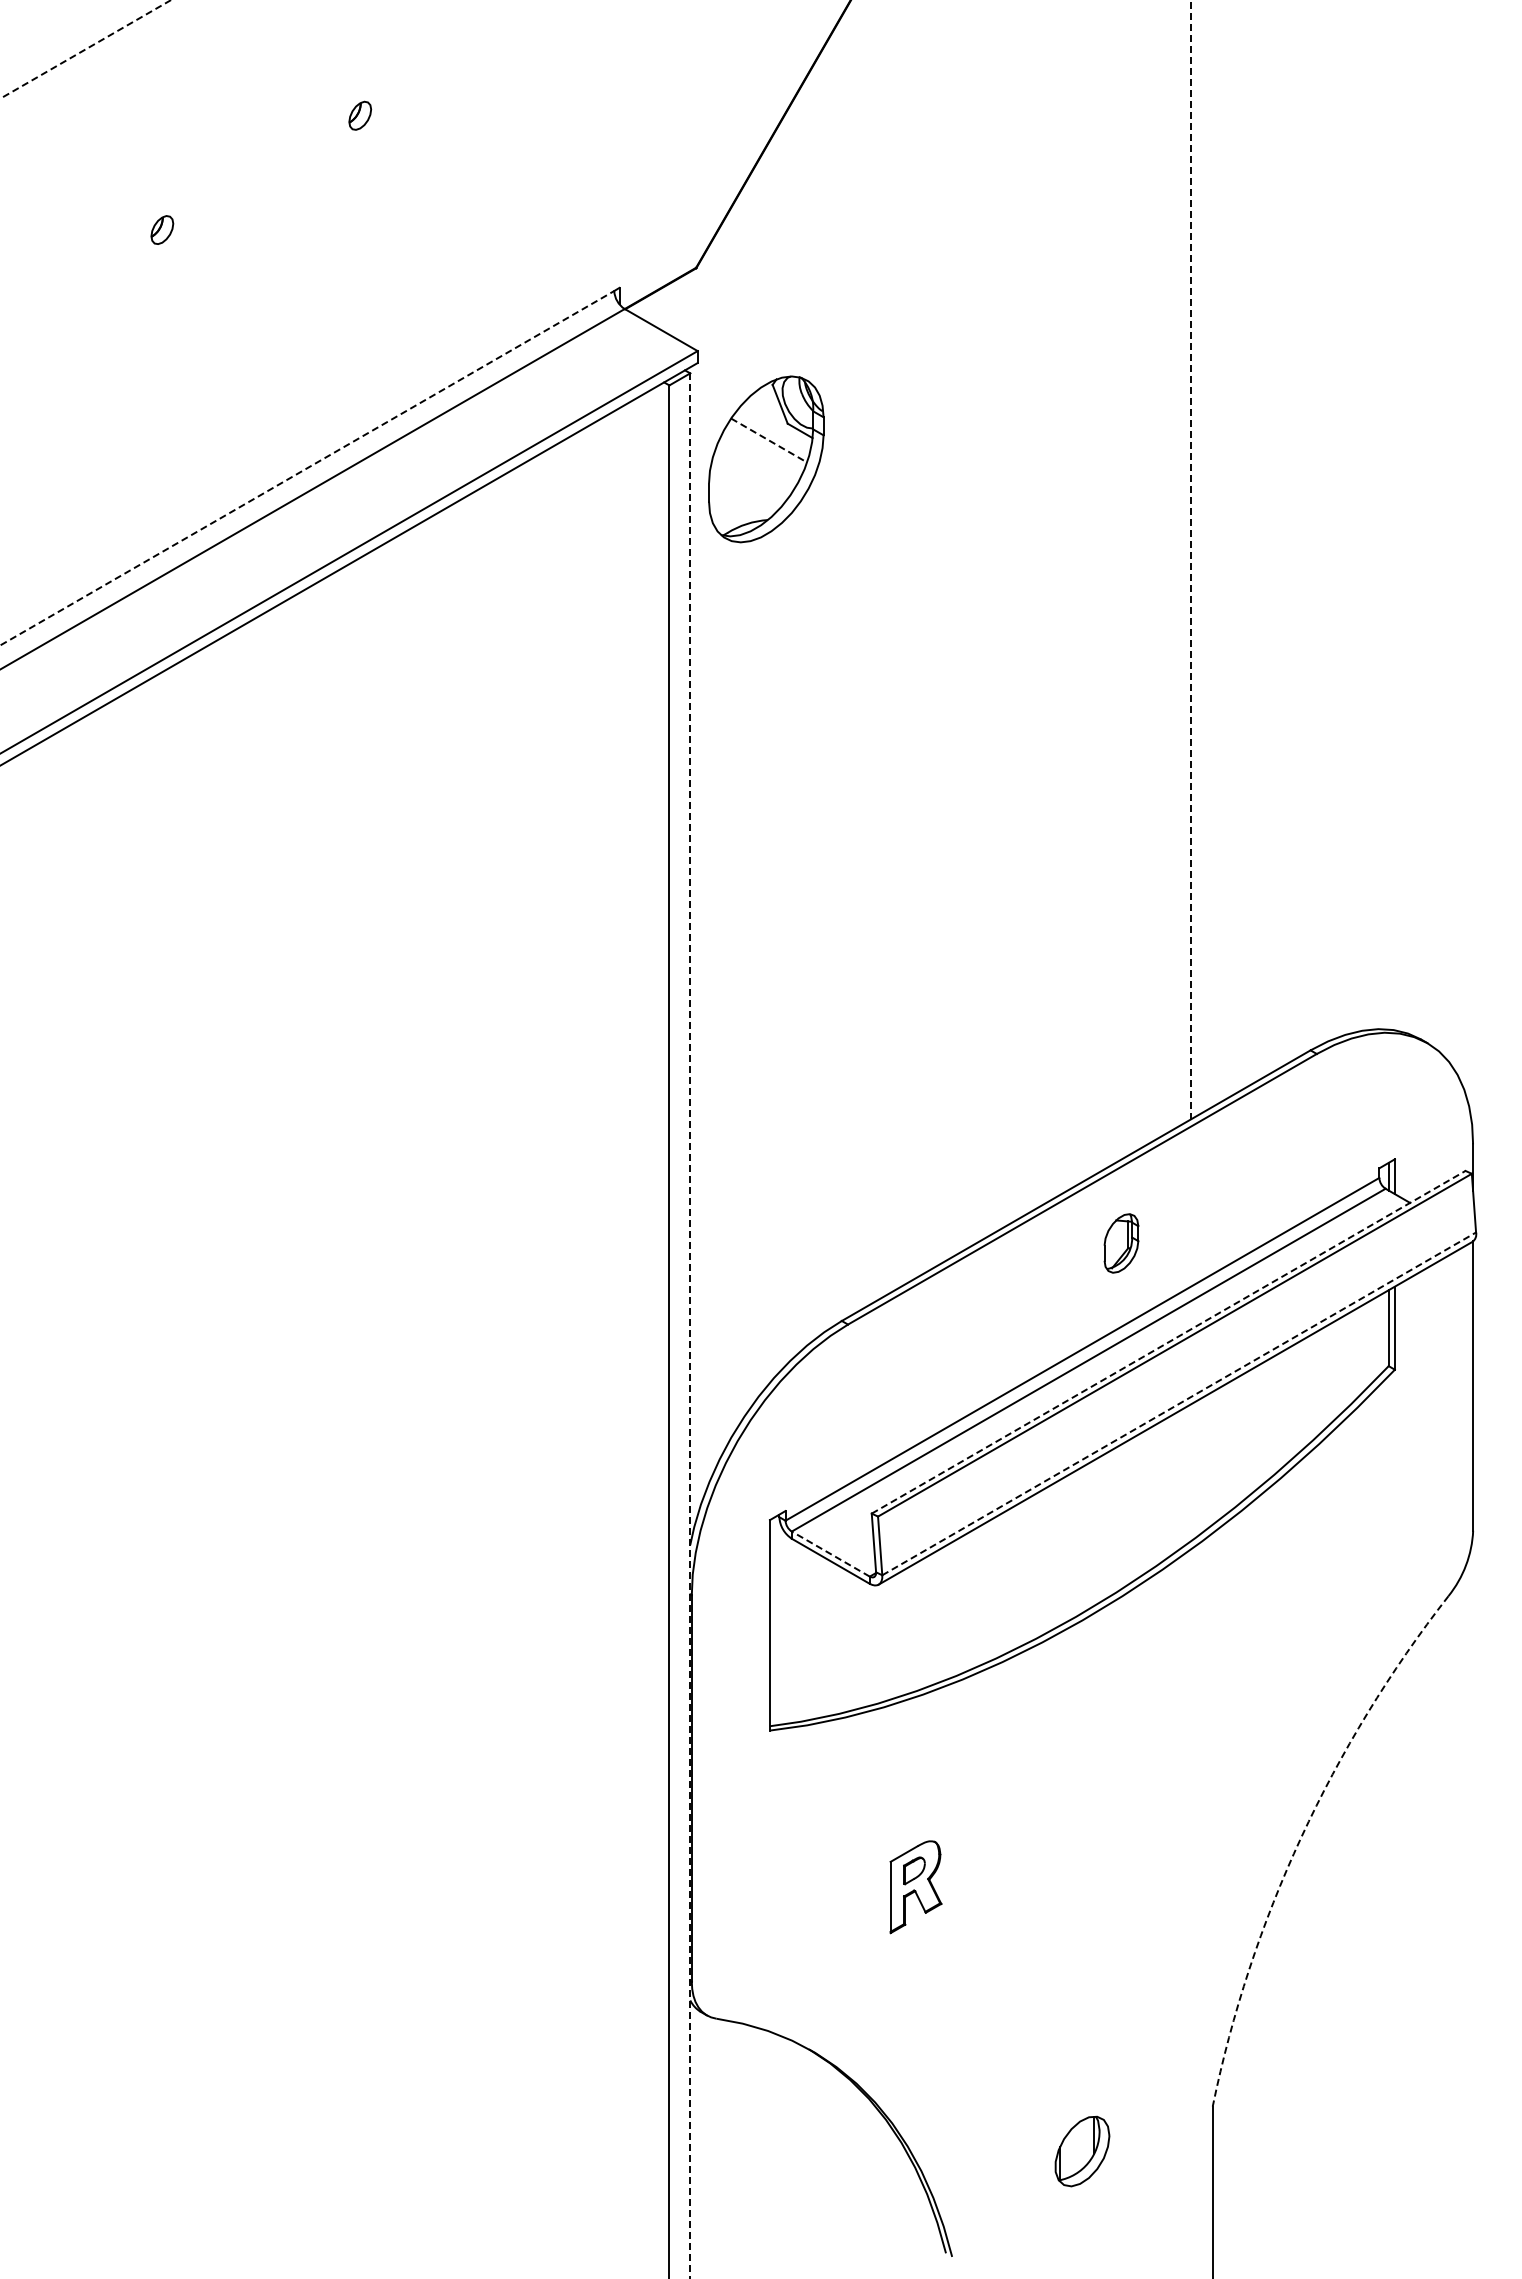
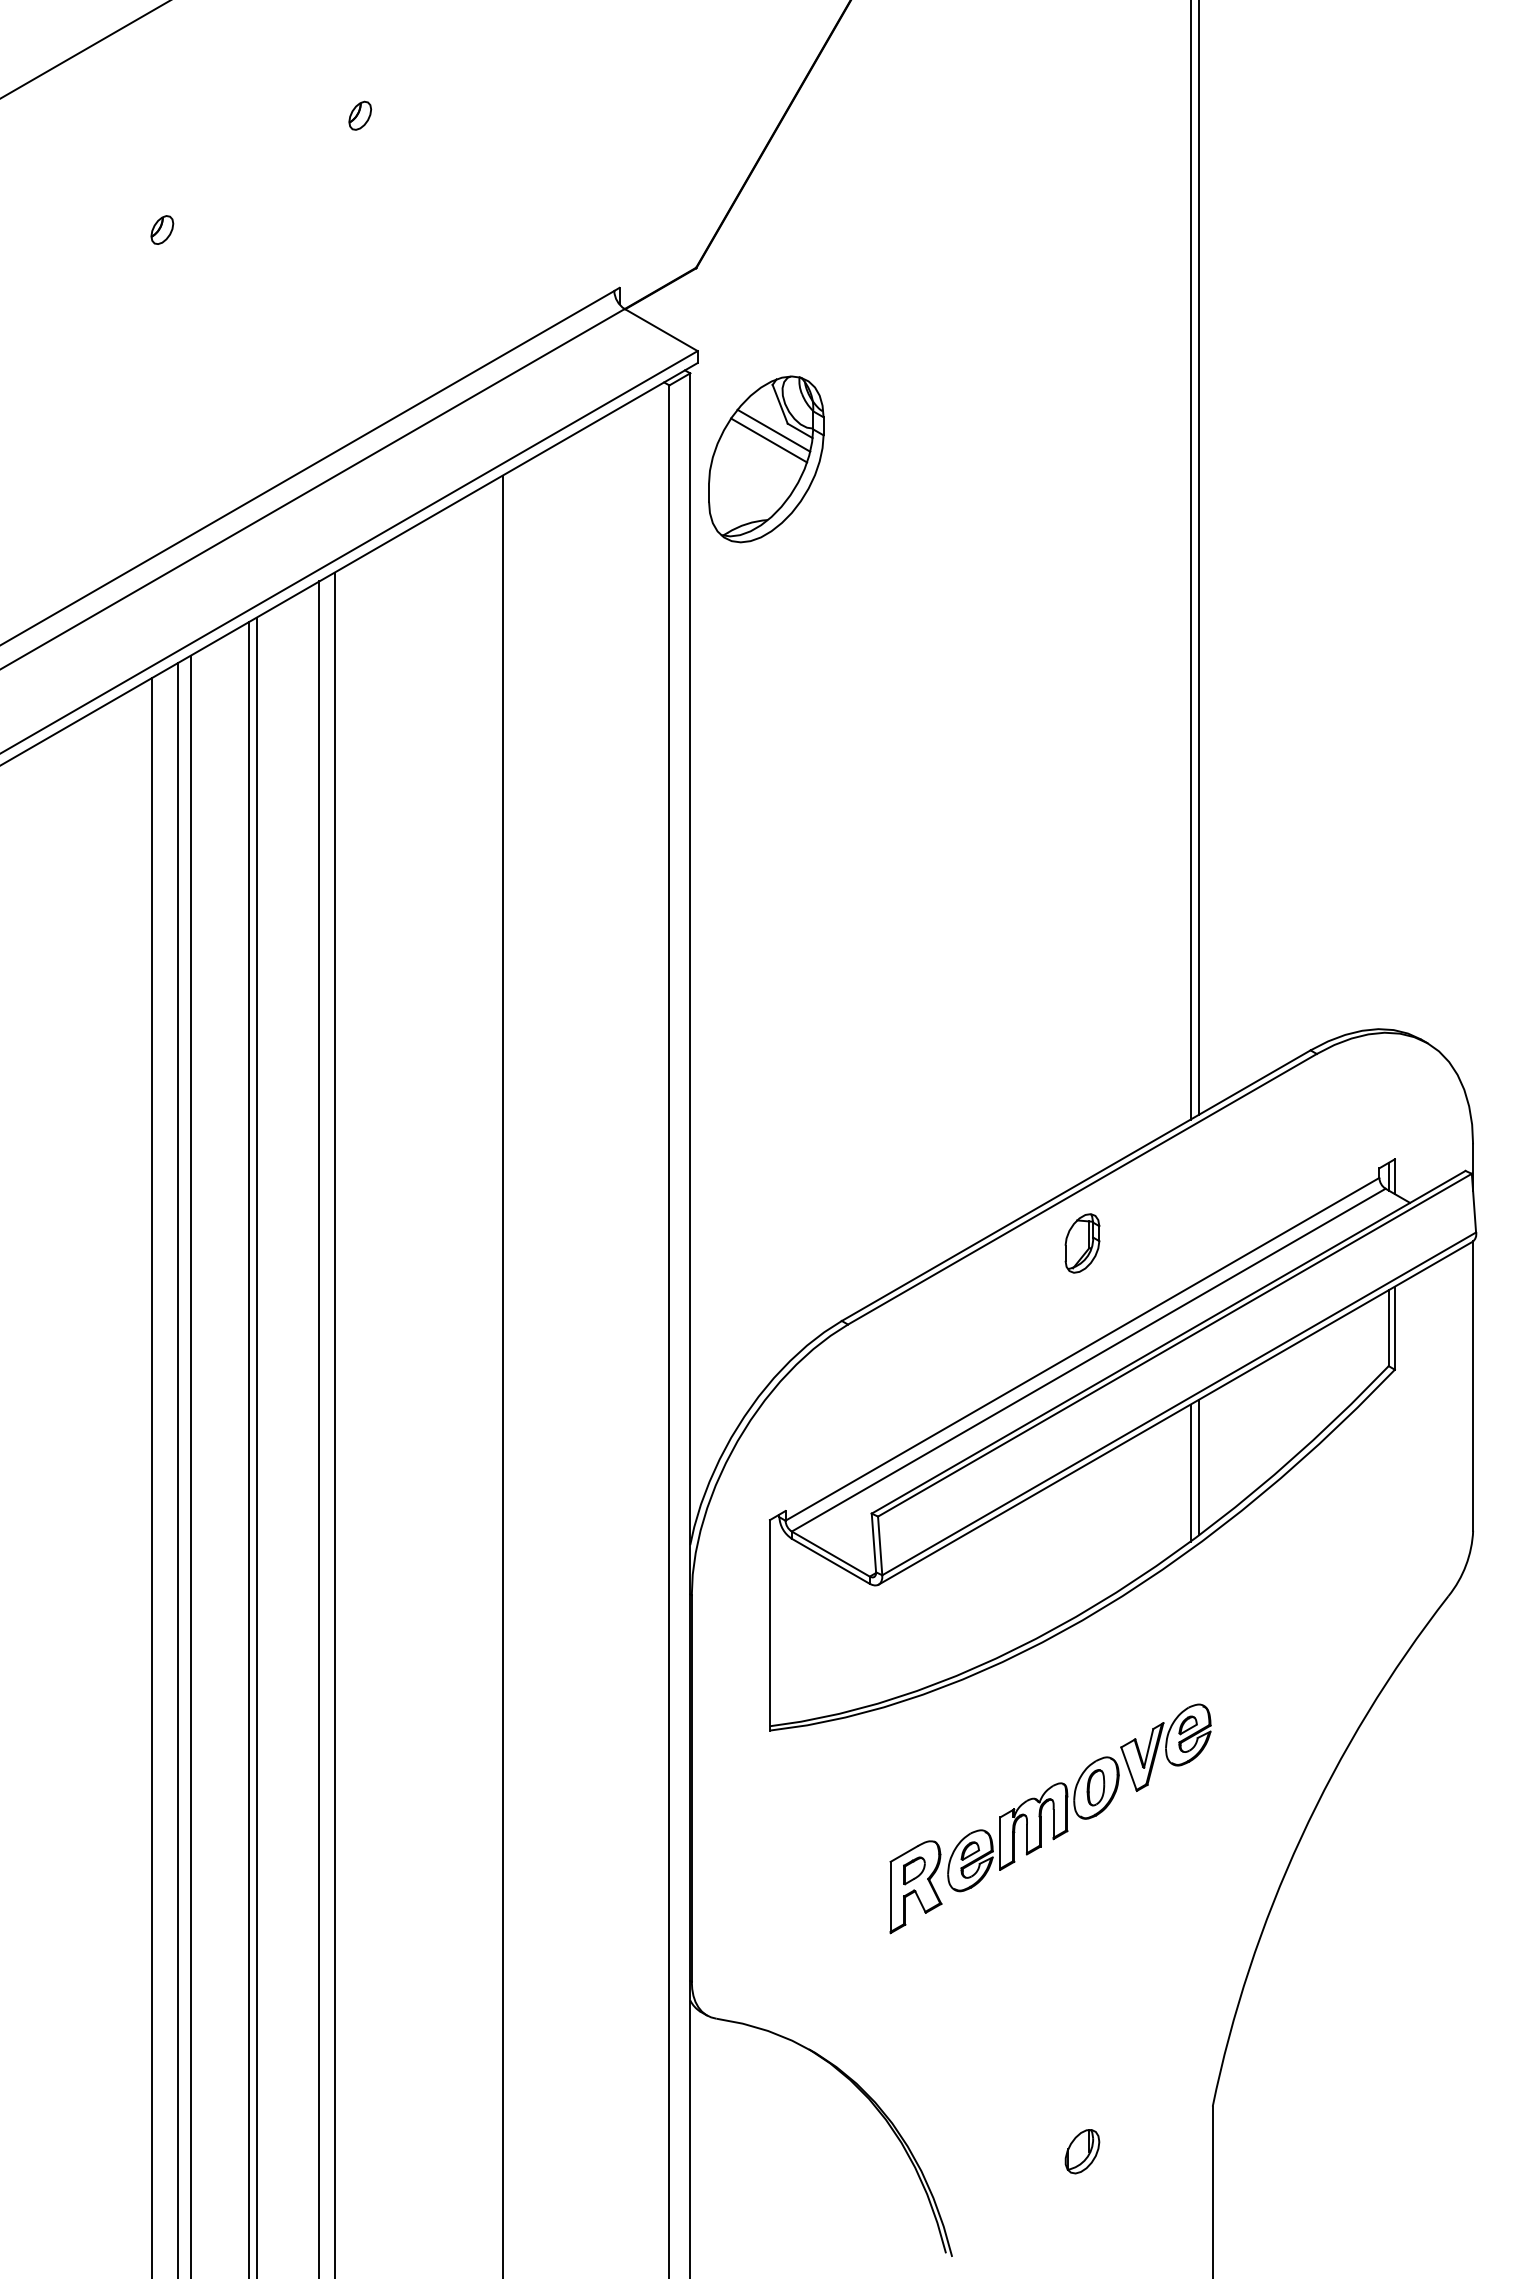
line at (85, 49): dashed -> solid
line at (773, 430): none -> present
line at (769, 440): dashed -> solid
line at (307, 467): dashed -> solid
line at (1199, 558): none -> present
line at (1190, 559): dashed -> solid
part at (1121, 1243) position: (1121, 1243) -> (1082, 1243)
line at (690, 1326): dashed -> solid
line at (1168, 1342): dashed -> solid
line at (502, 1375): none -> present
line at (1179, 1403): dashed -> solid
line at (335, 1423): none -> present
line at (319, 1428): none -> present
line at (256, 1446): none -> present
line at (249, 1448): none -> present
line at (190, 1465): none -> present
line at (1199, 1467): none -> present
line at (177, 1469): none -> present
line at (1190, 1472): none -> present
line at (151, 1476): none -> present
line at (830, 1553): dashed -> solid
part at (1079, 1797): none -> present
arc at (1301, 1837): dashed -> solid
part at (1082, 2151) size: 57x73 px -> 37x46 px
